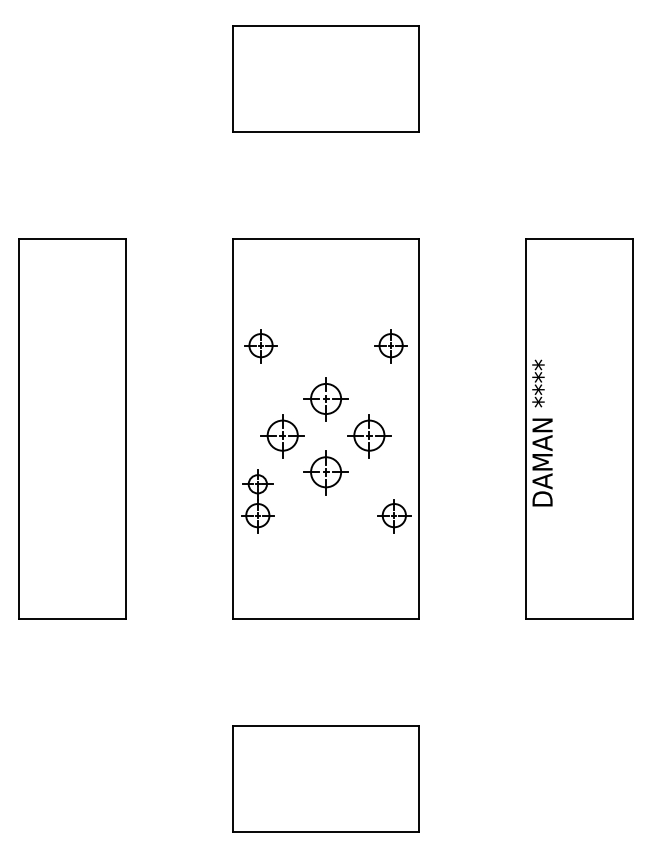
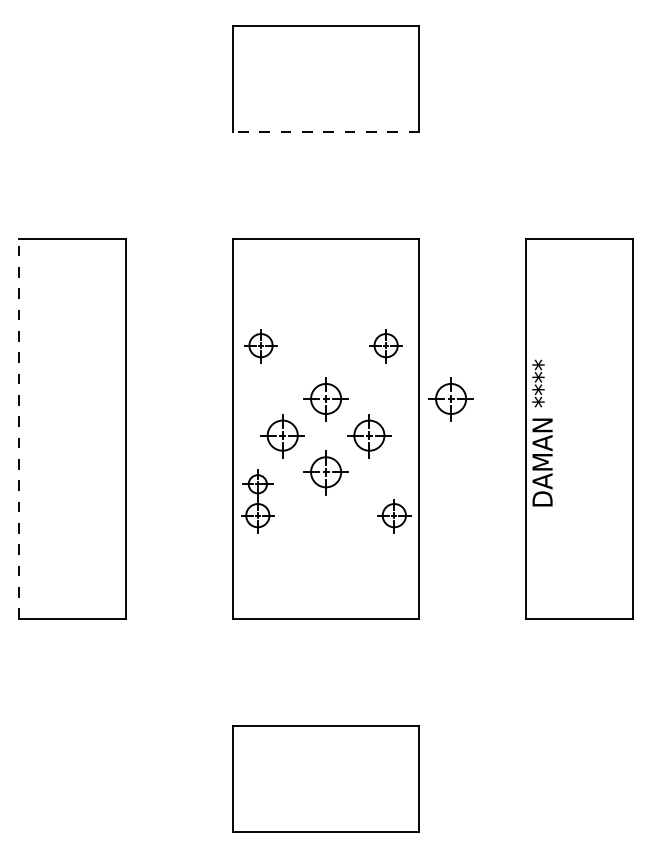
line at (325, 132): solid -> dashed
part at (390, 346) position: (390, 346) -> (385, 346)
part at (450, 399): none -> present
line at (19, 429): solid -> dashed
